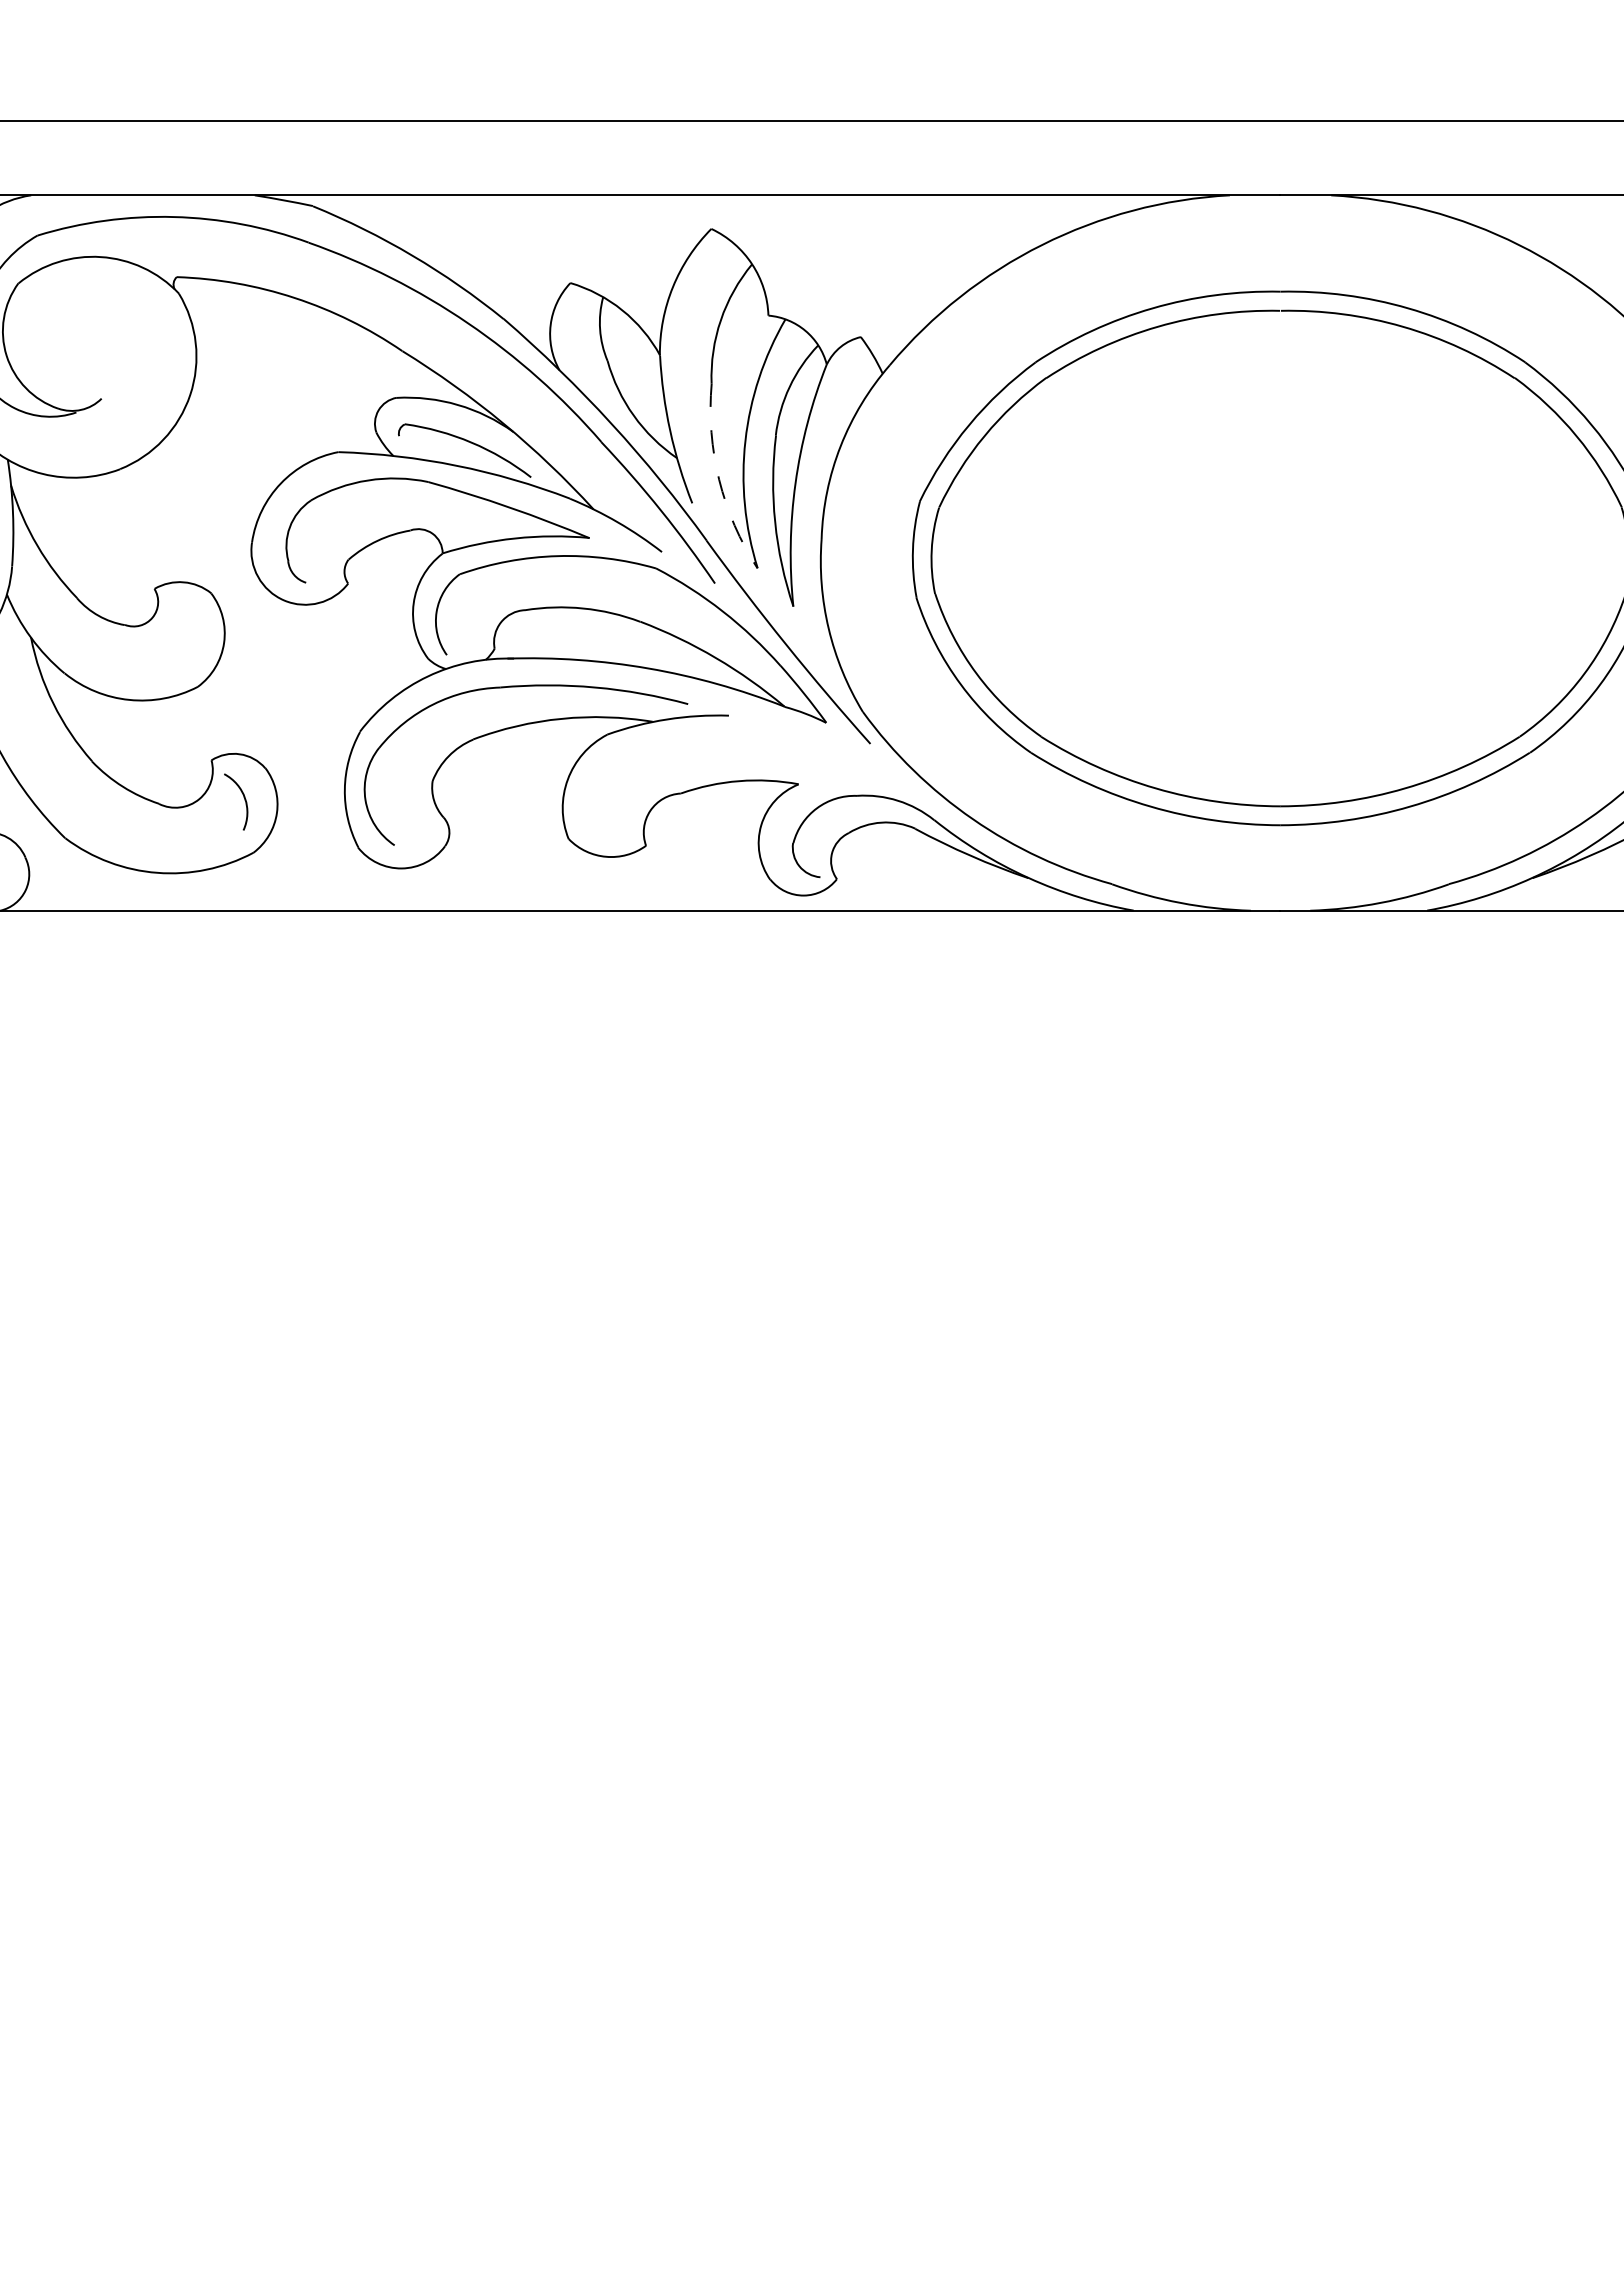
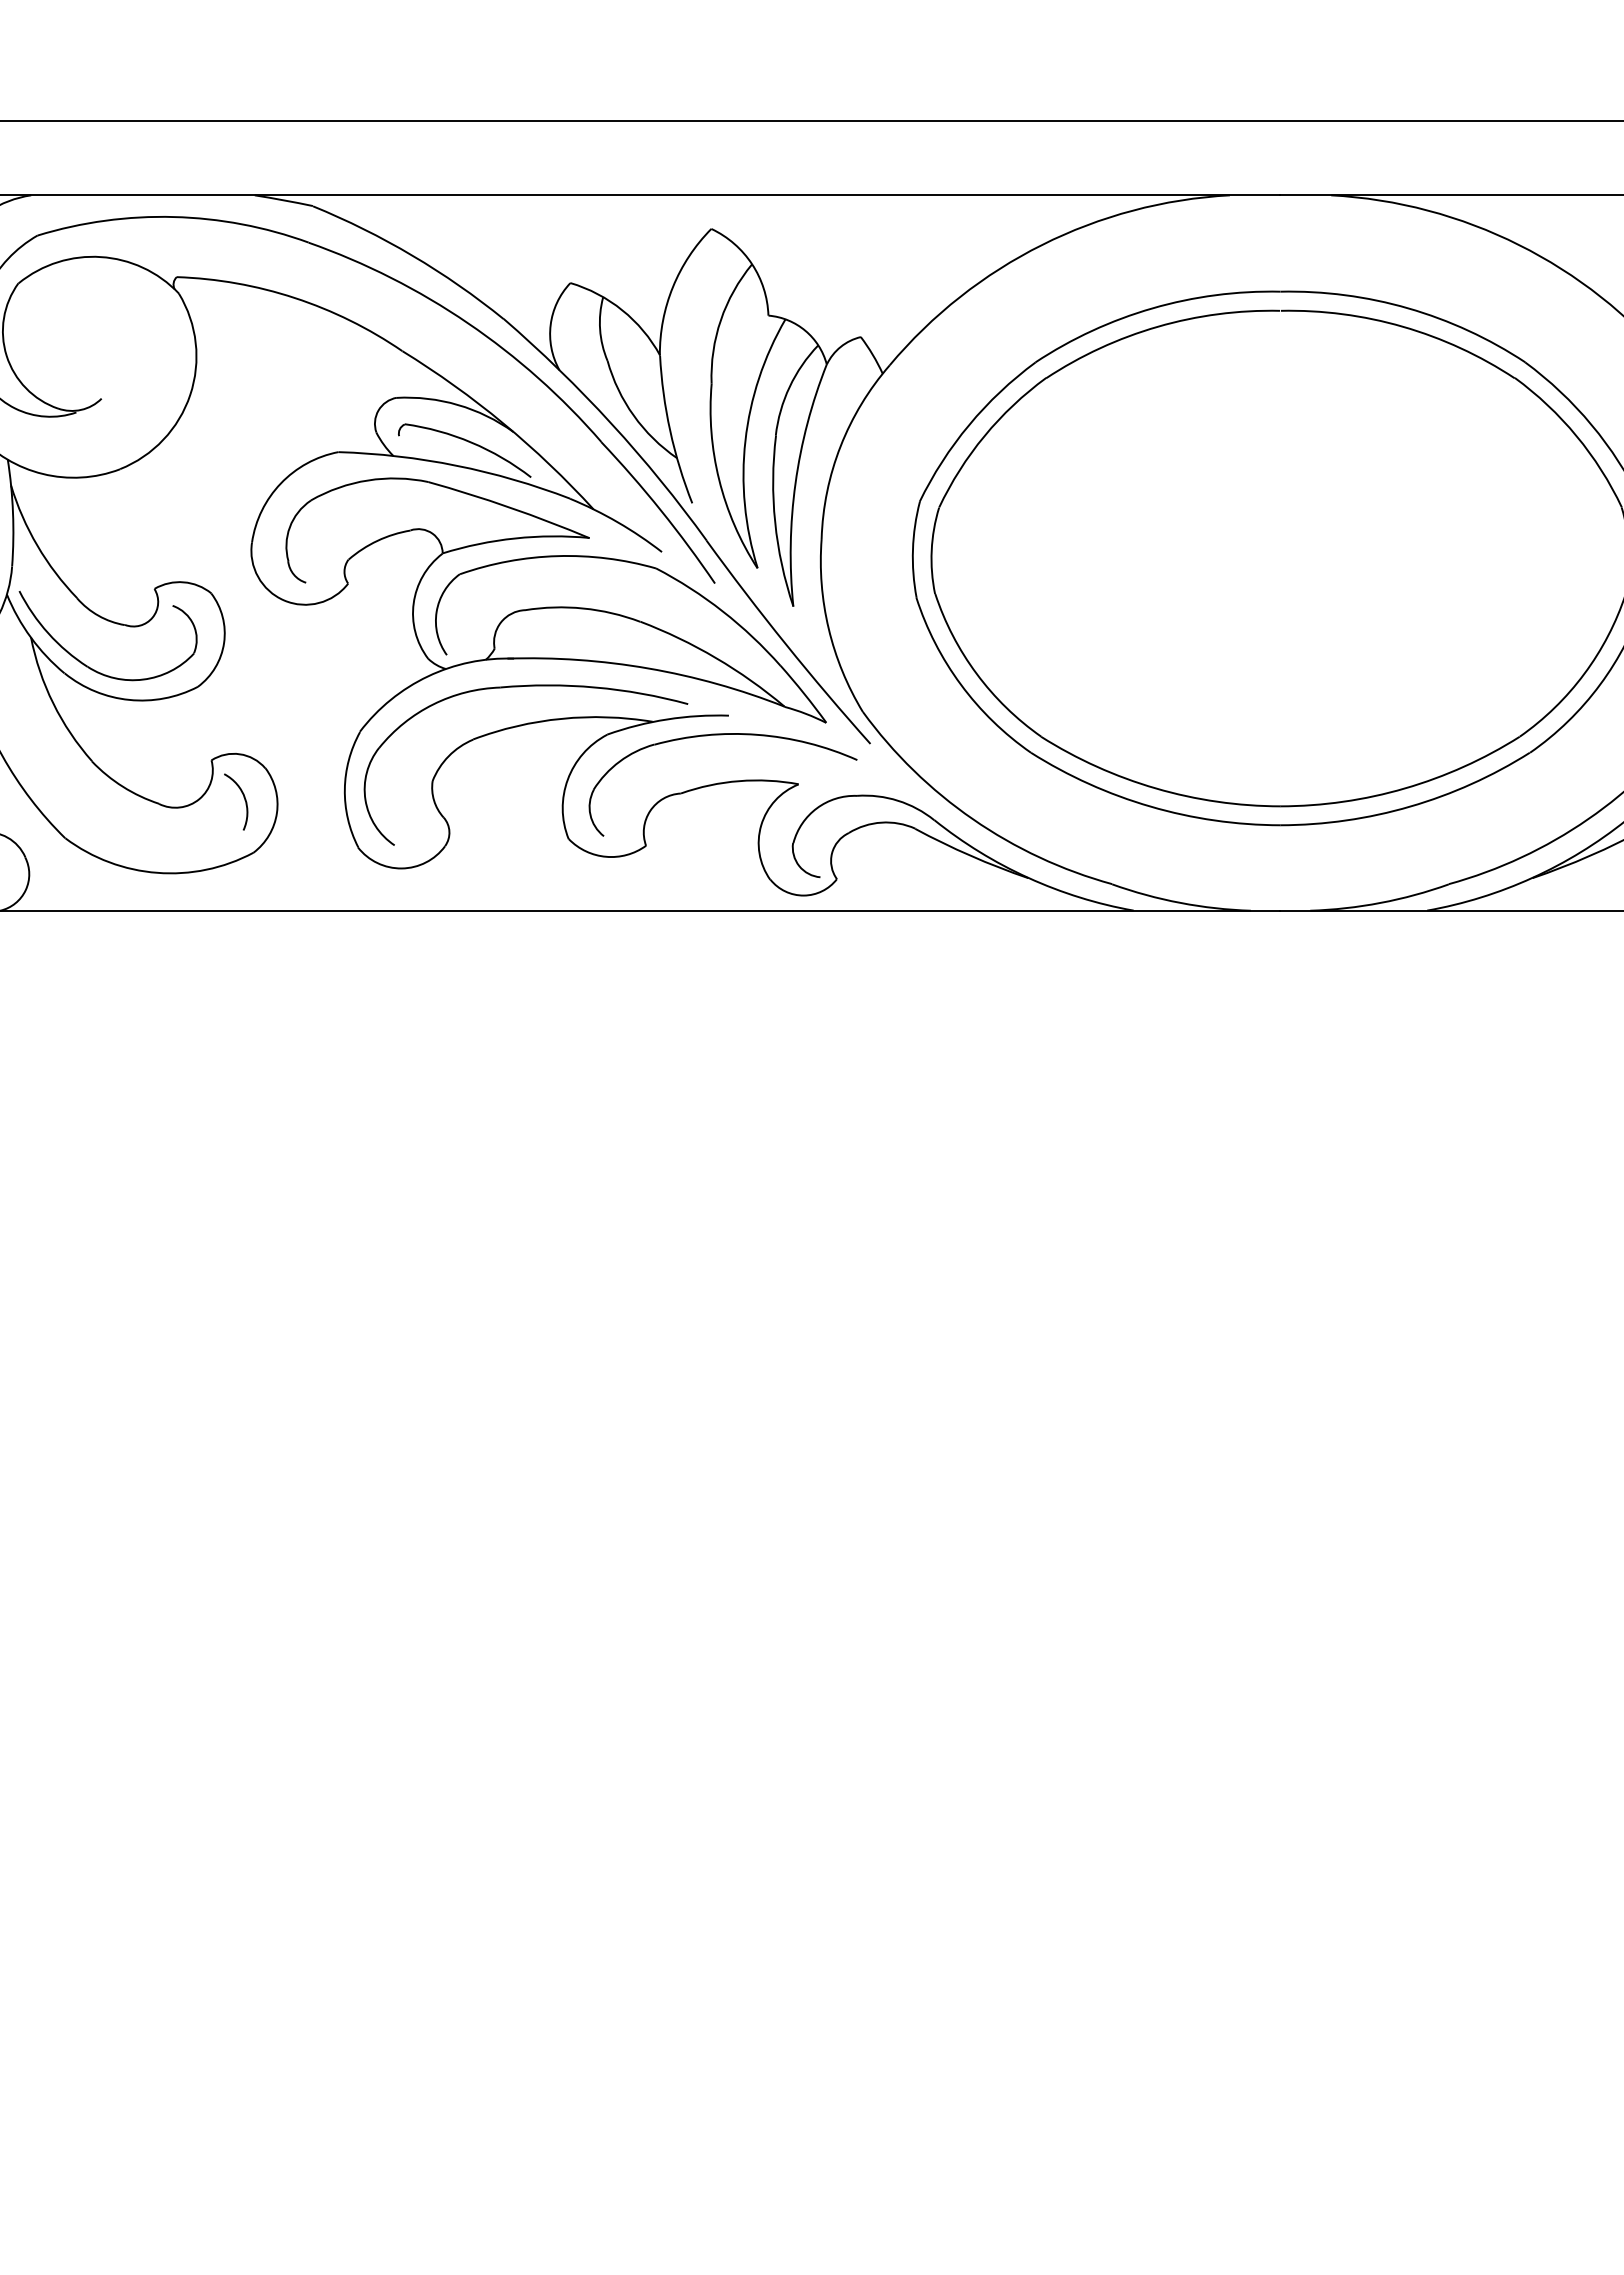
arc at (719, 479): dashed -> solid
part at (89, 666): none -> present
part at (722, 735): none -> present
